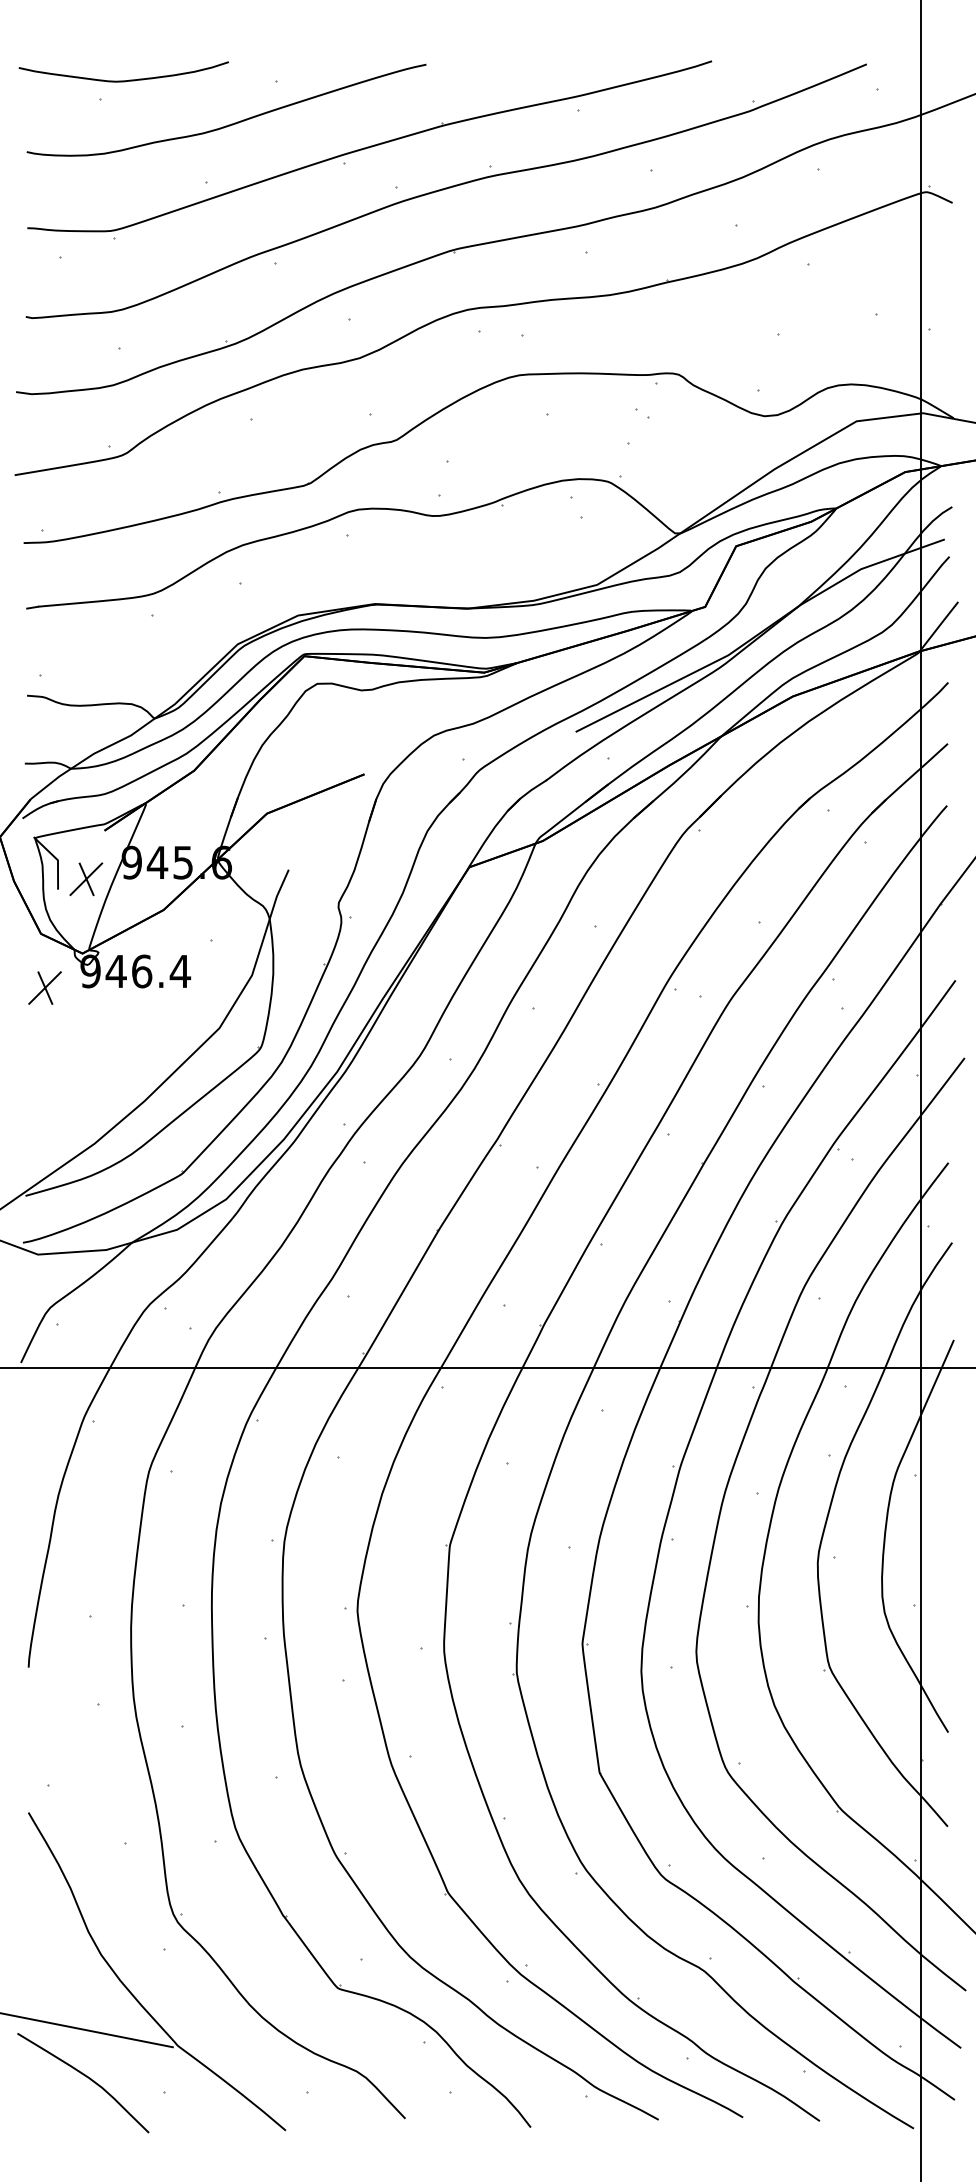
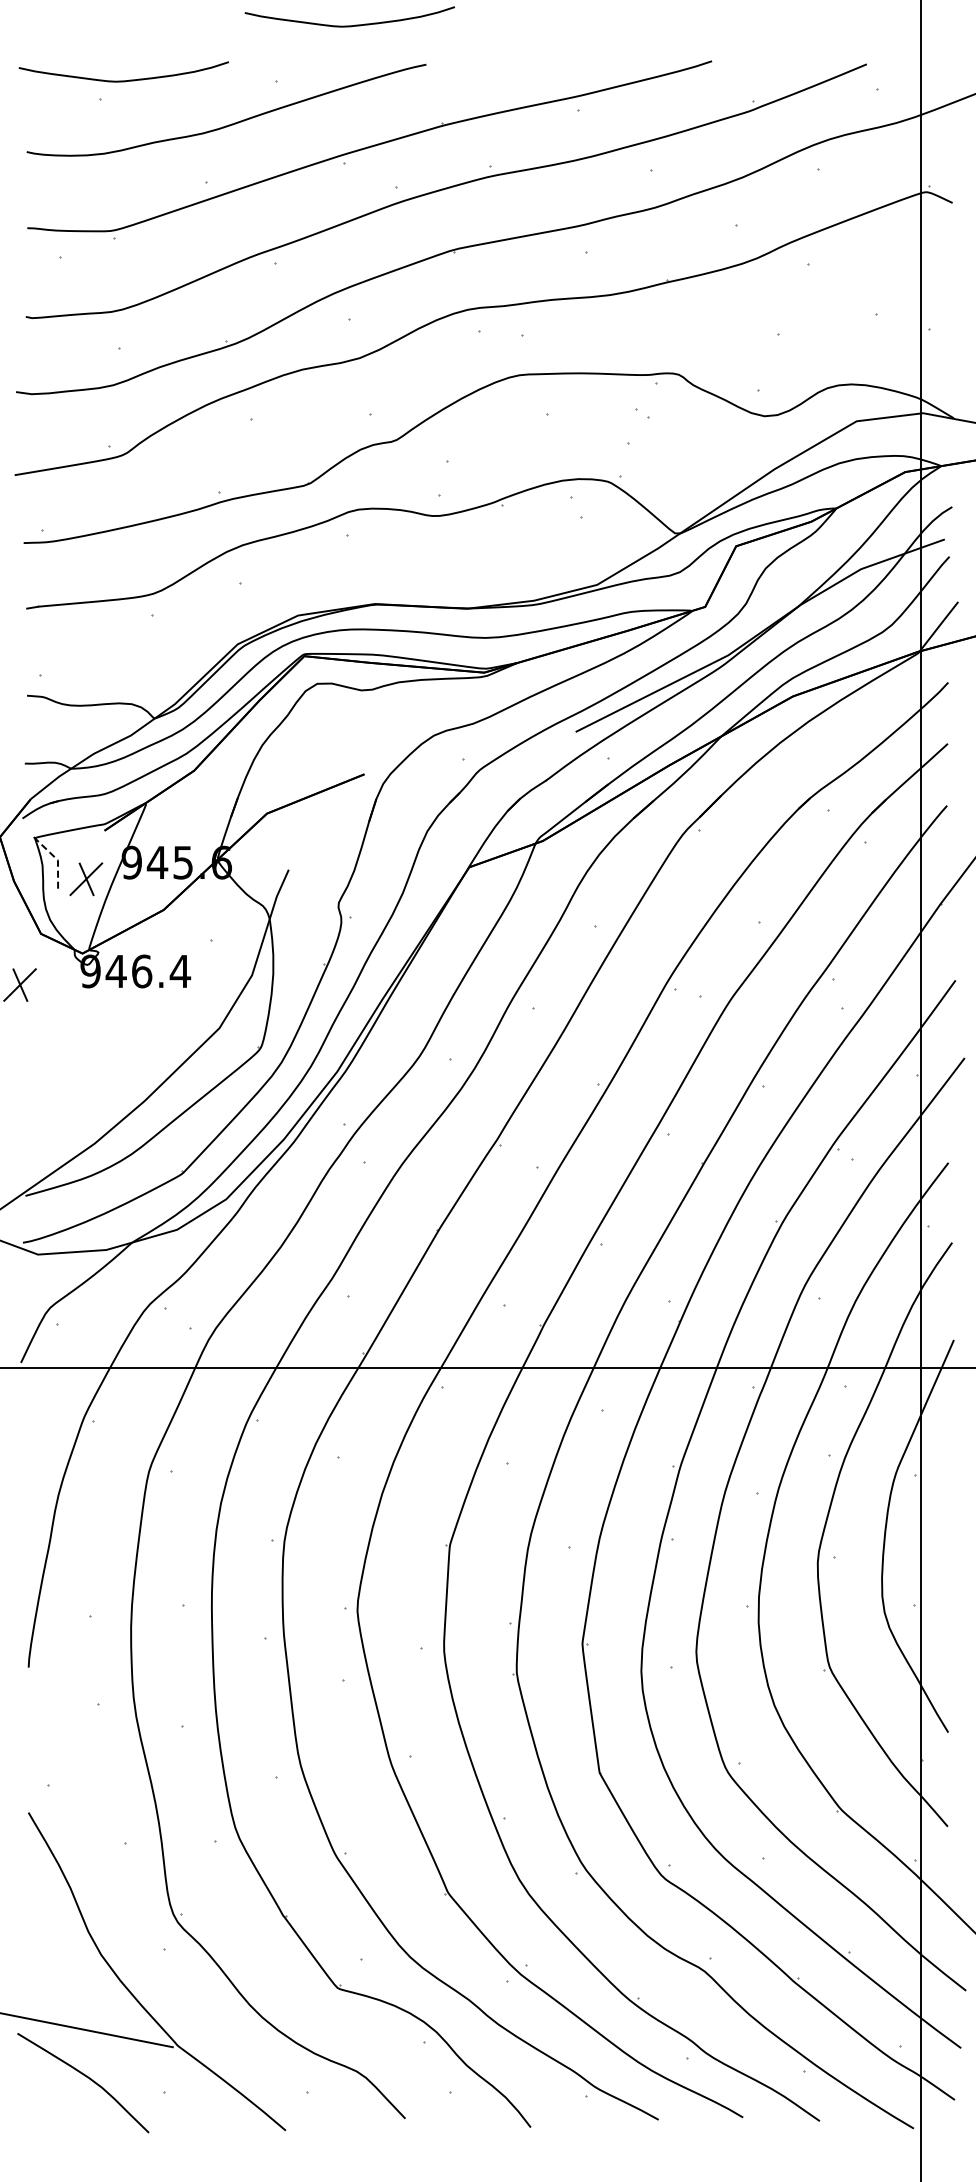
curve at (349, 25): none -> present
line at (57, 859): solid -> dashed
part at (44, 987) position: (44, 987) -> (19, 984)
